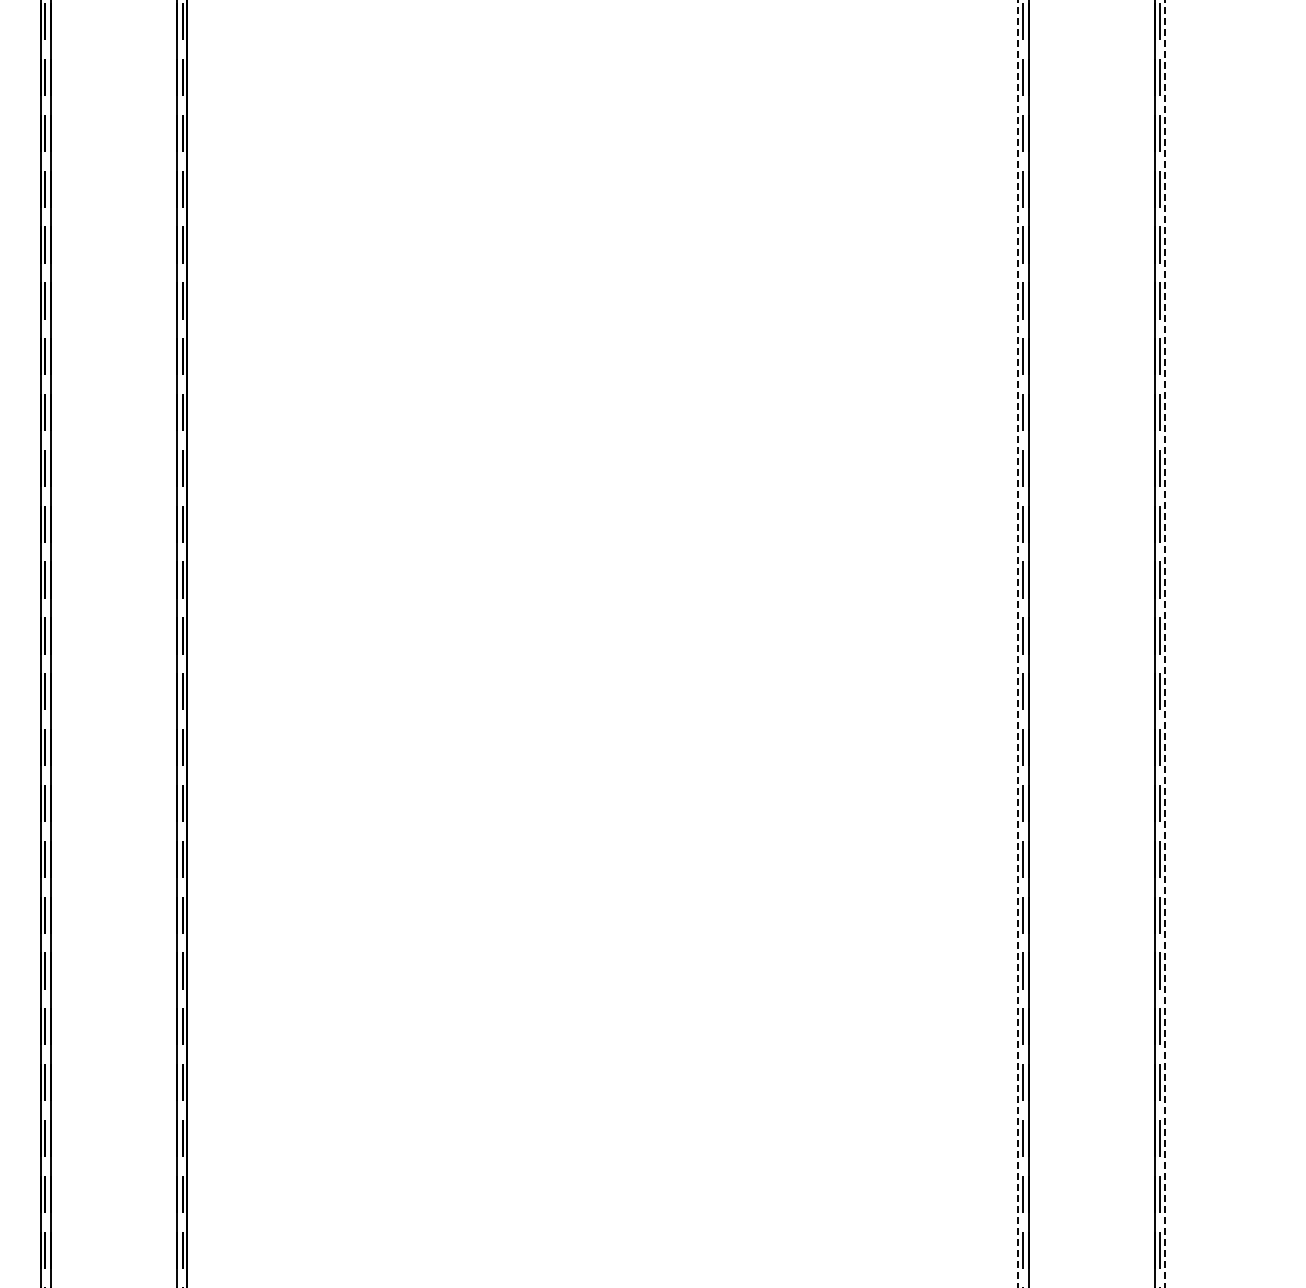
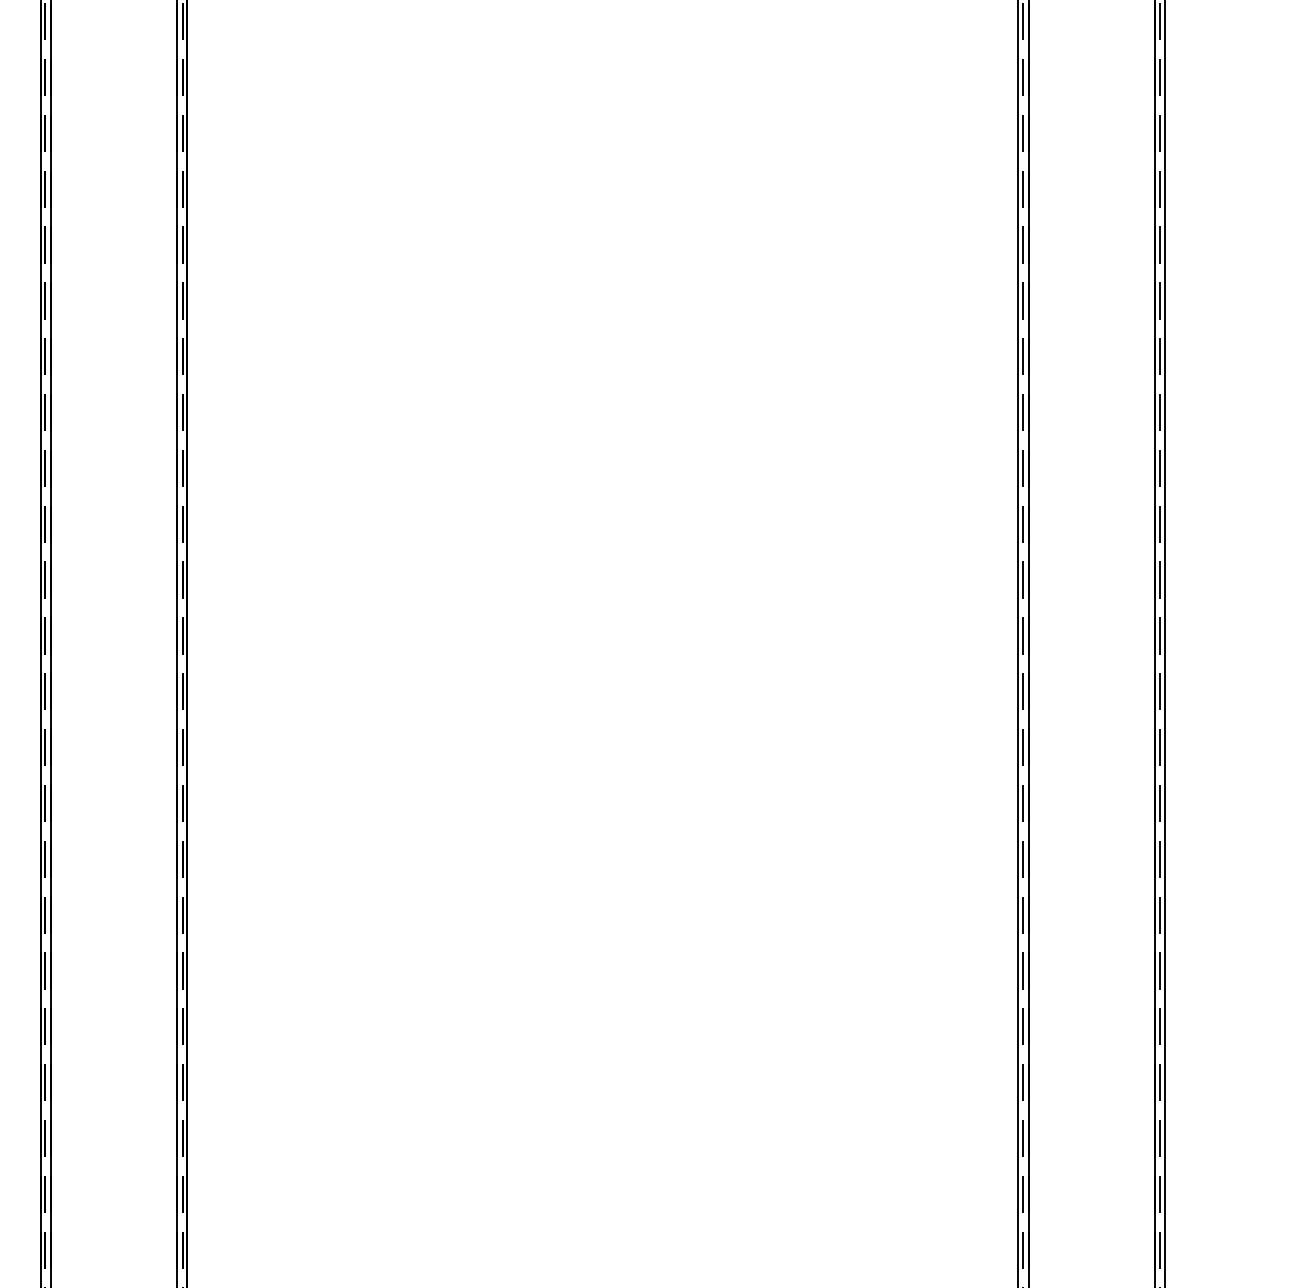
line at (1018, 643): dashed -> solid
line at (1164, 643): dashed -> solid
